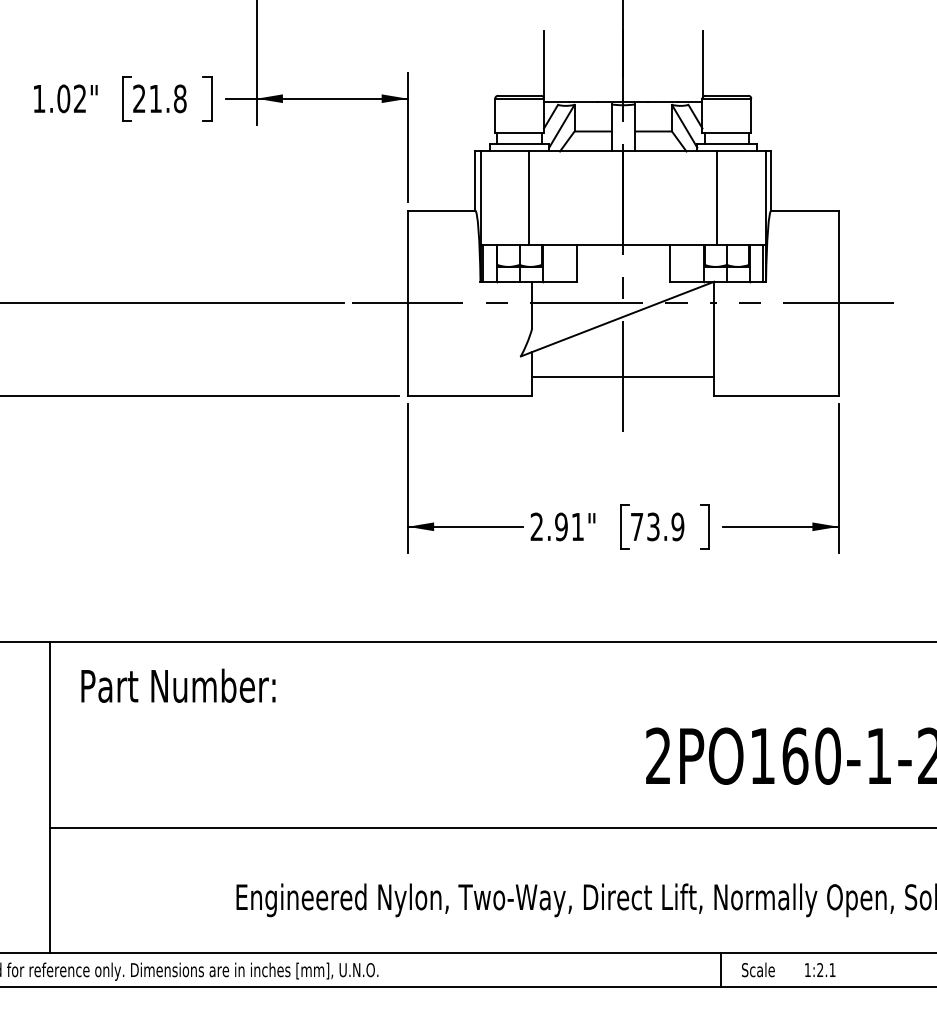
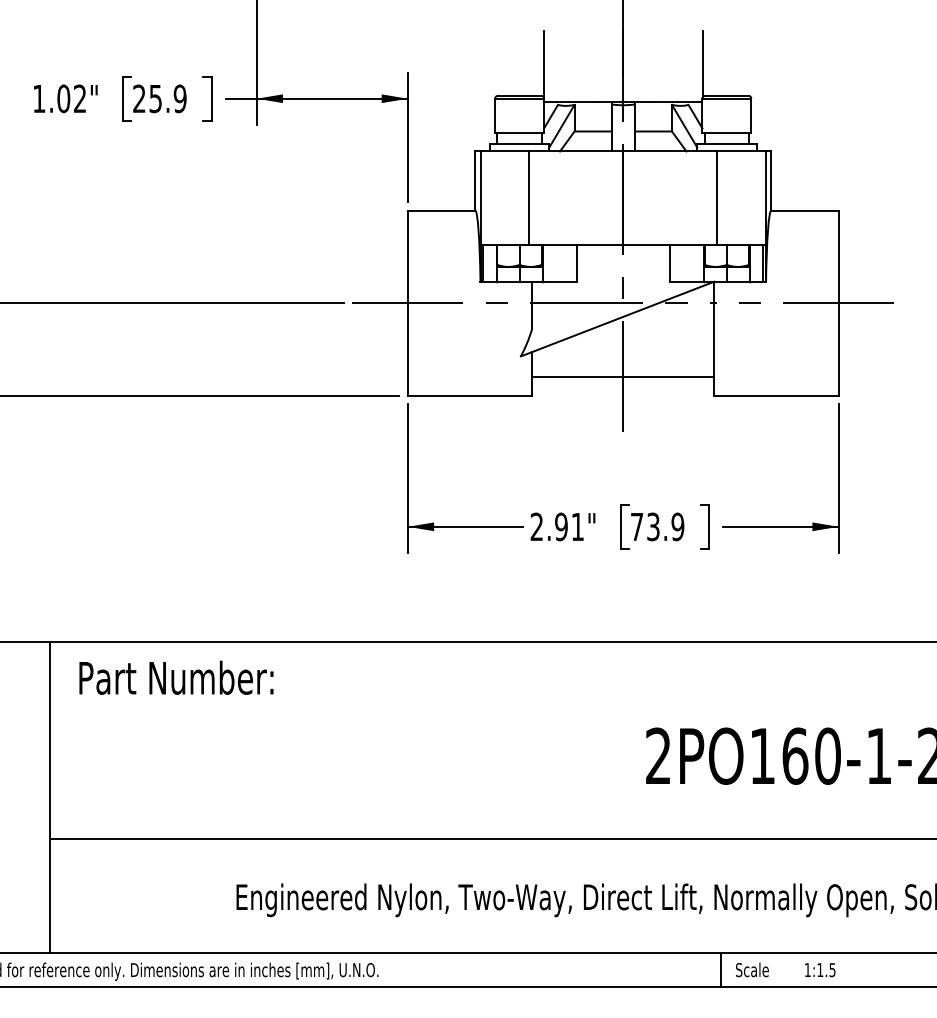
text at (167, 98): 21.8 -> 25.9
text at (178, 685) position: (178, 685) -> (176, 677)
line at (491, 827) position: (491, 827) -> (491, 838)
text at (758, 969) position: (758, 969) -> (752, 969)
text at (826, 970): 1:2.1 -> 1:1.5
